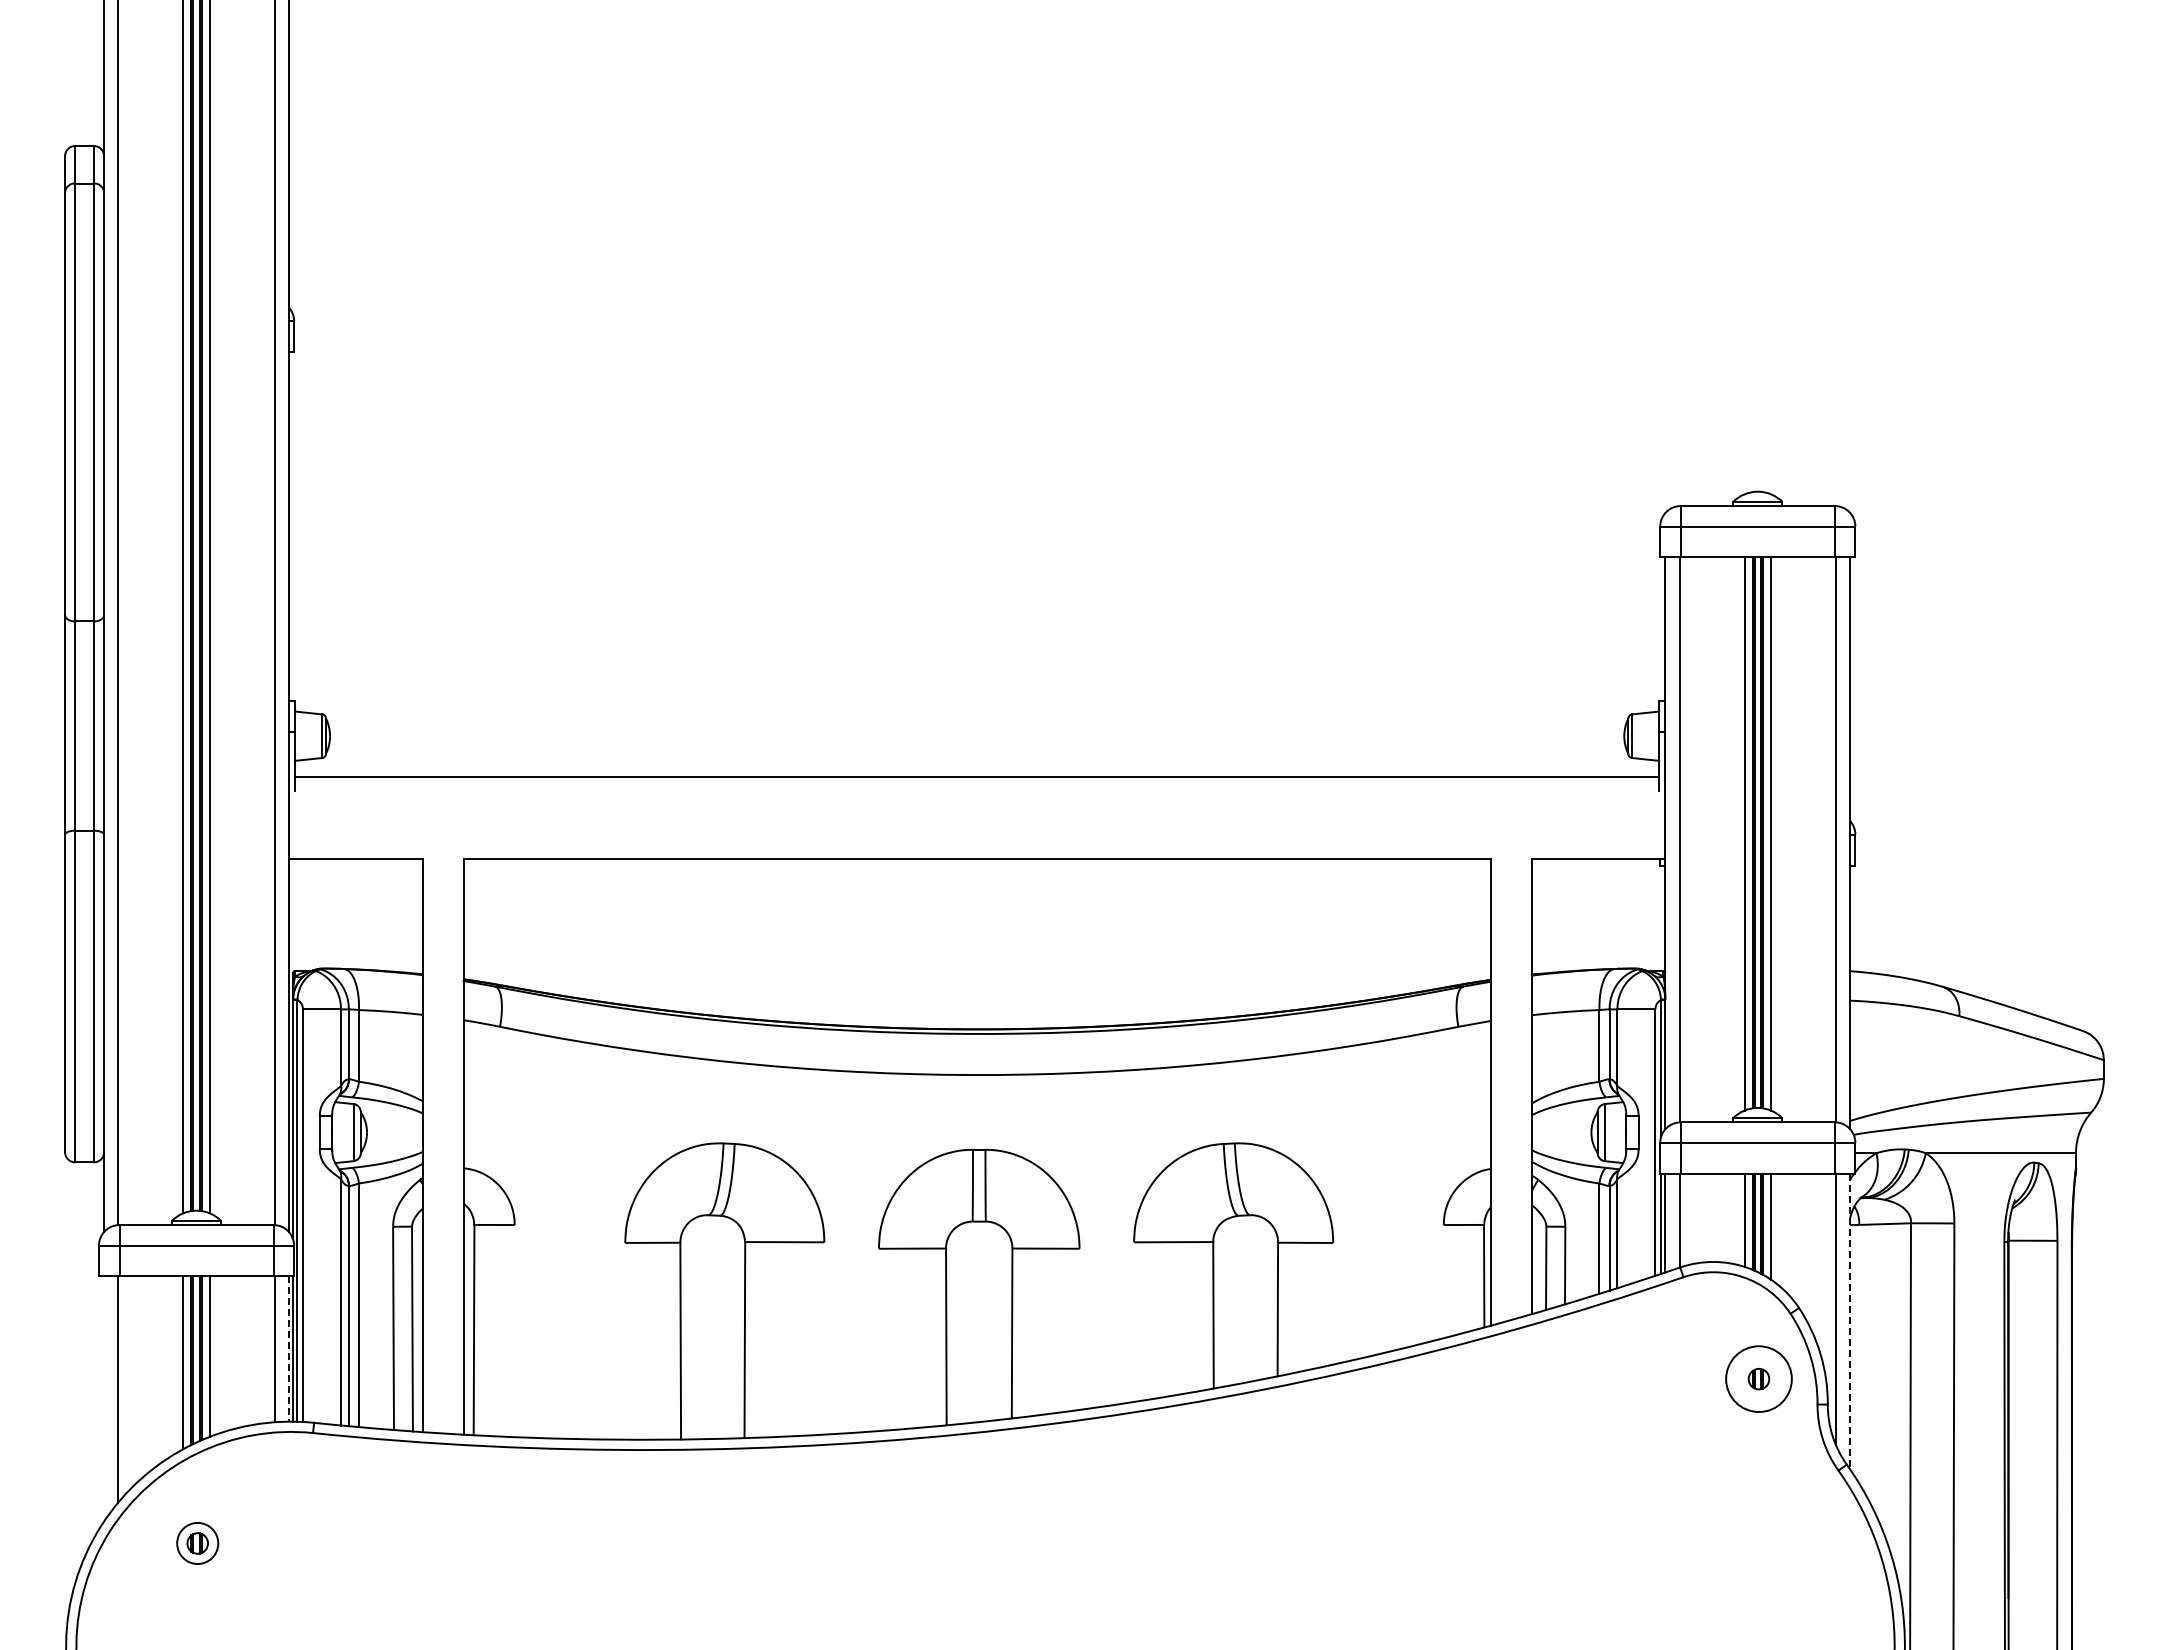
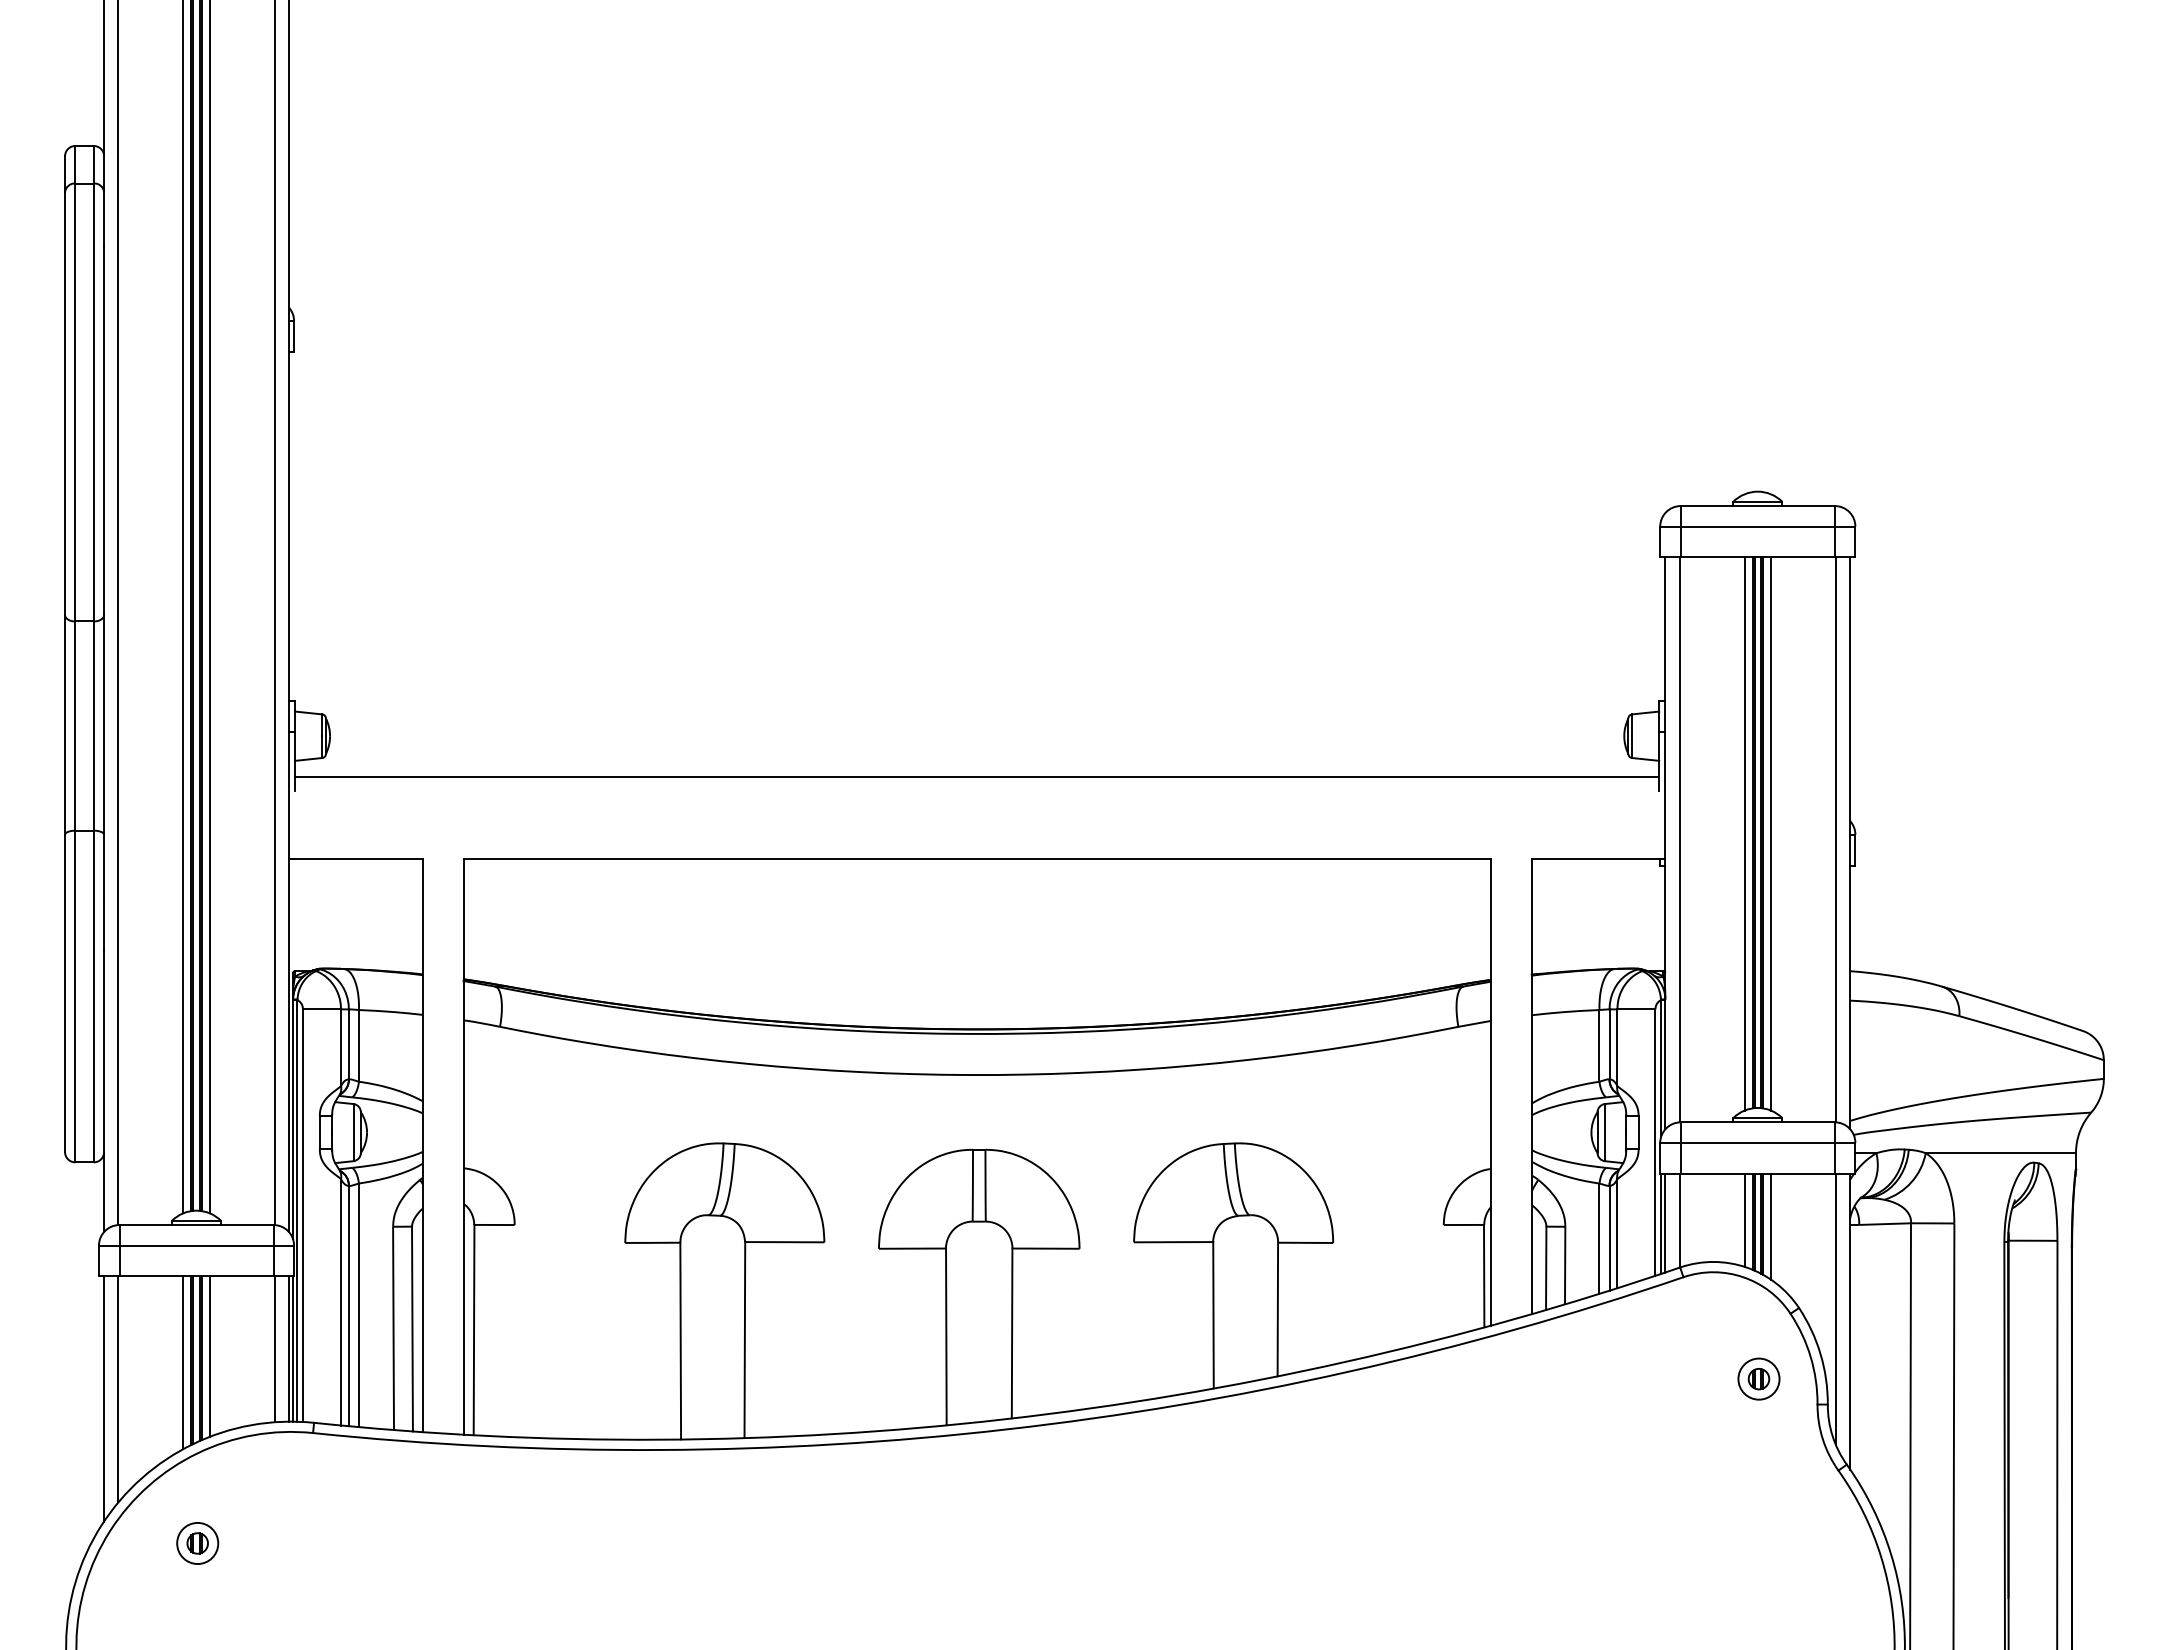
line at (1850, 1321): dashed -> solid
line at (288, 1349): dashed -> solid
circle at (1758, 1379) diameter: 66 px -> 41 px
line at (104, 1398): none -> present
